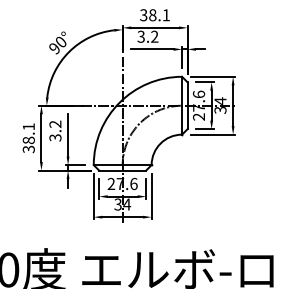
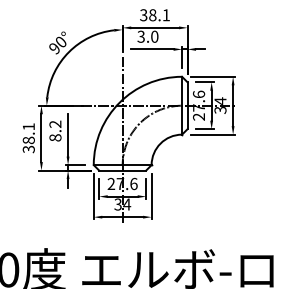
text at (154, 36): 3.2 -> 3.0
text at (55, 137): 3.2 -> 8.2
